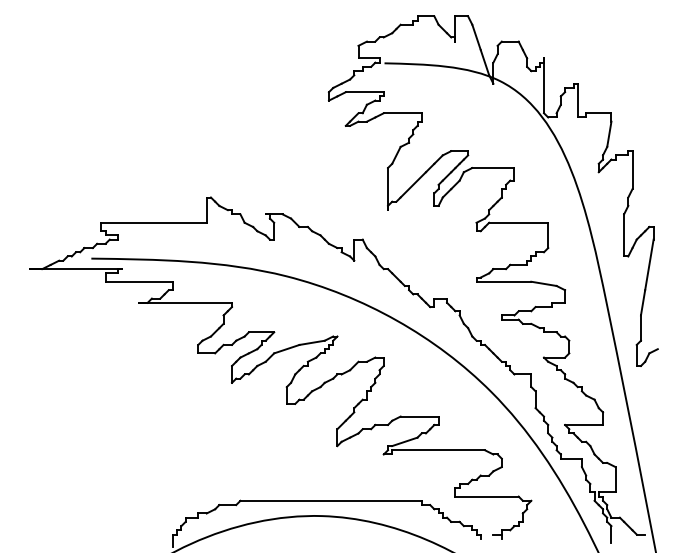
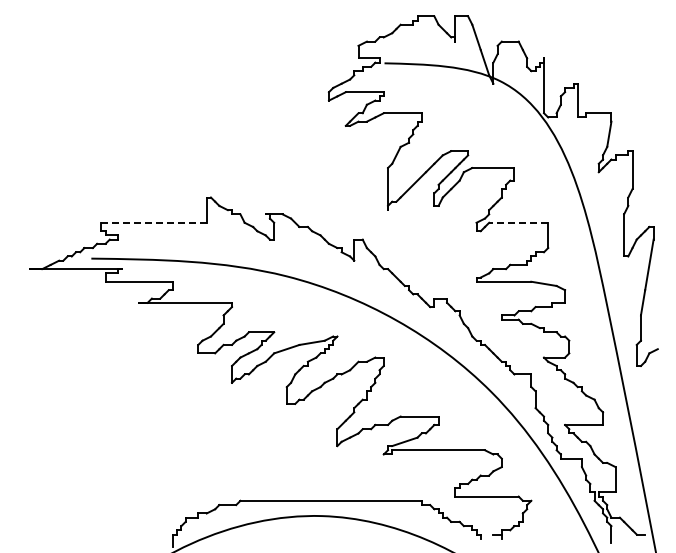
line at (154, 222): solid -> dashed
line at (518, 222): solid -> dashed
